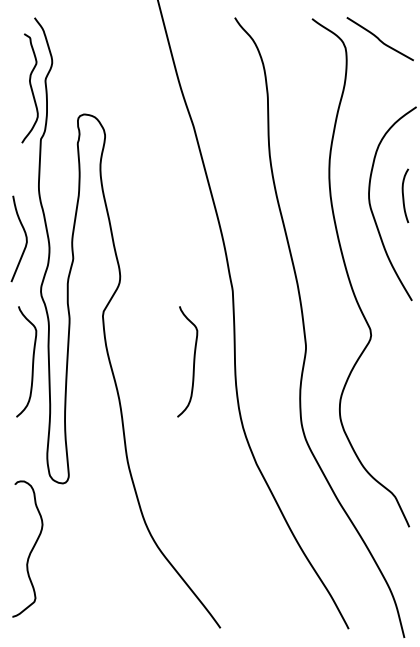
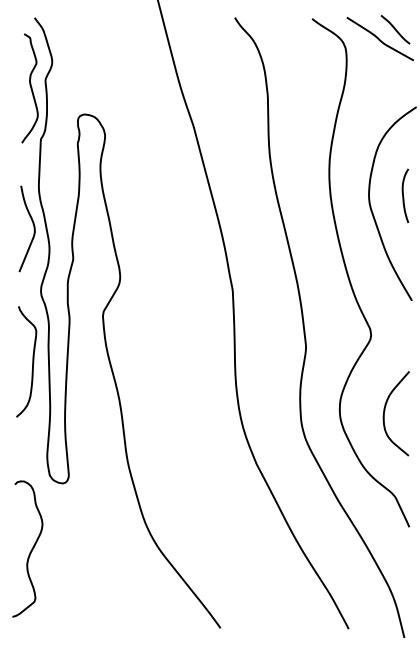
line at (395, 29): none -> present
curve at (25, 238) position: (25, 238) -> (33, 228)
curve at (193, 361): present -> none
curve at (385, 411): none -> present
